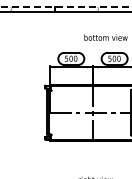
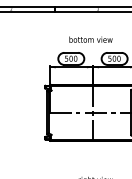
line at (65, 6): dashed -> solid
text at (105, 37) position: (105, 37) -> (90, 39)
